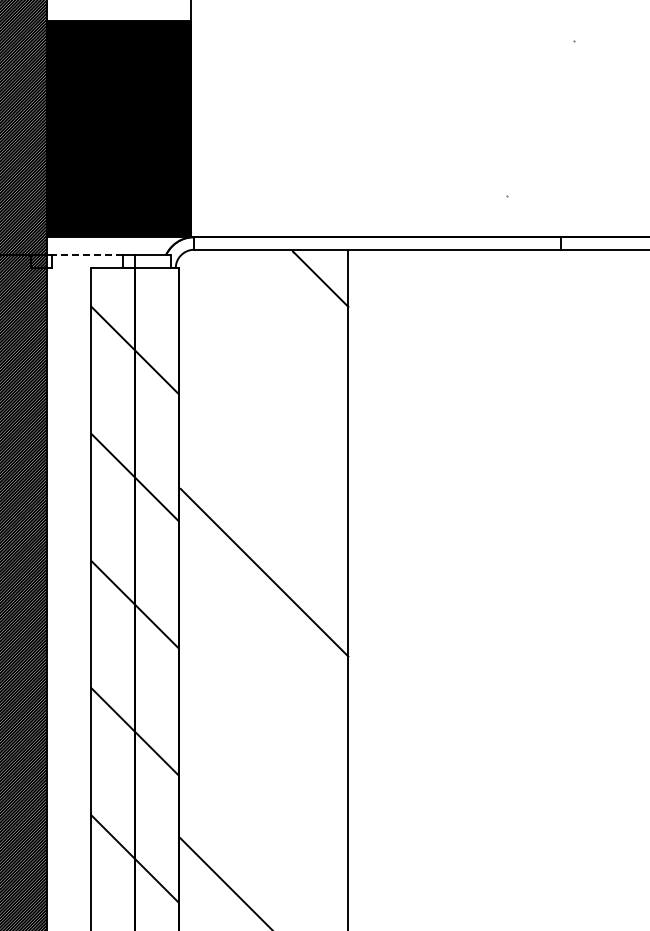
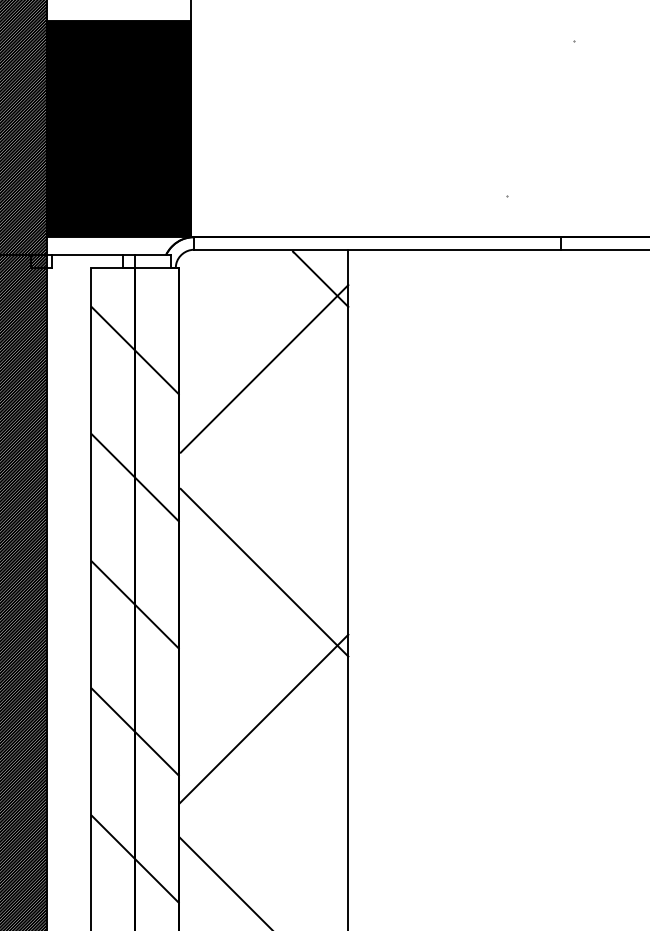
line at (86, 255): dashed -> solid
line at (264, 368): none -> present
line at (263, 718): none -> present
